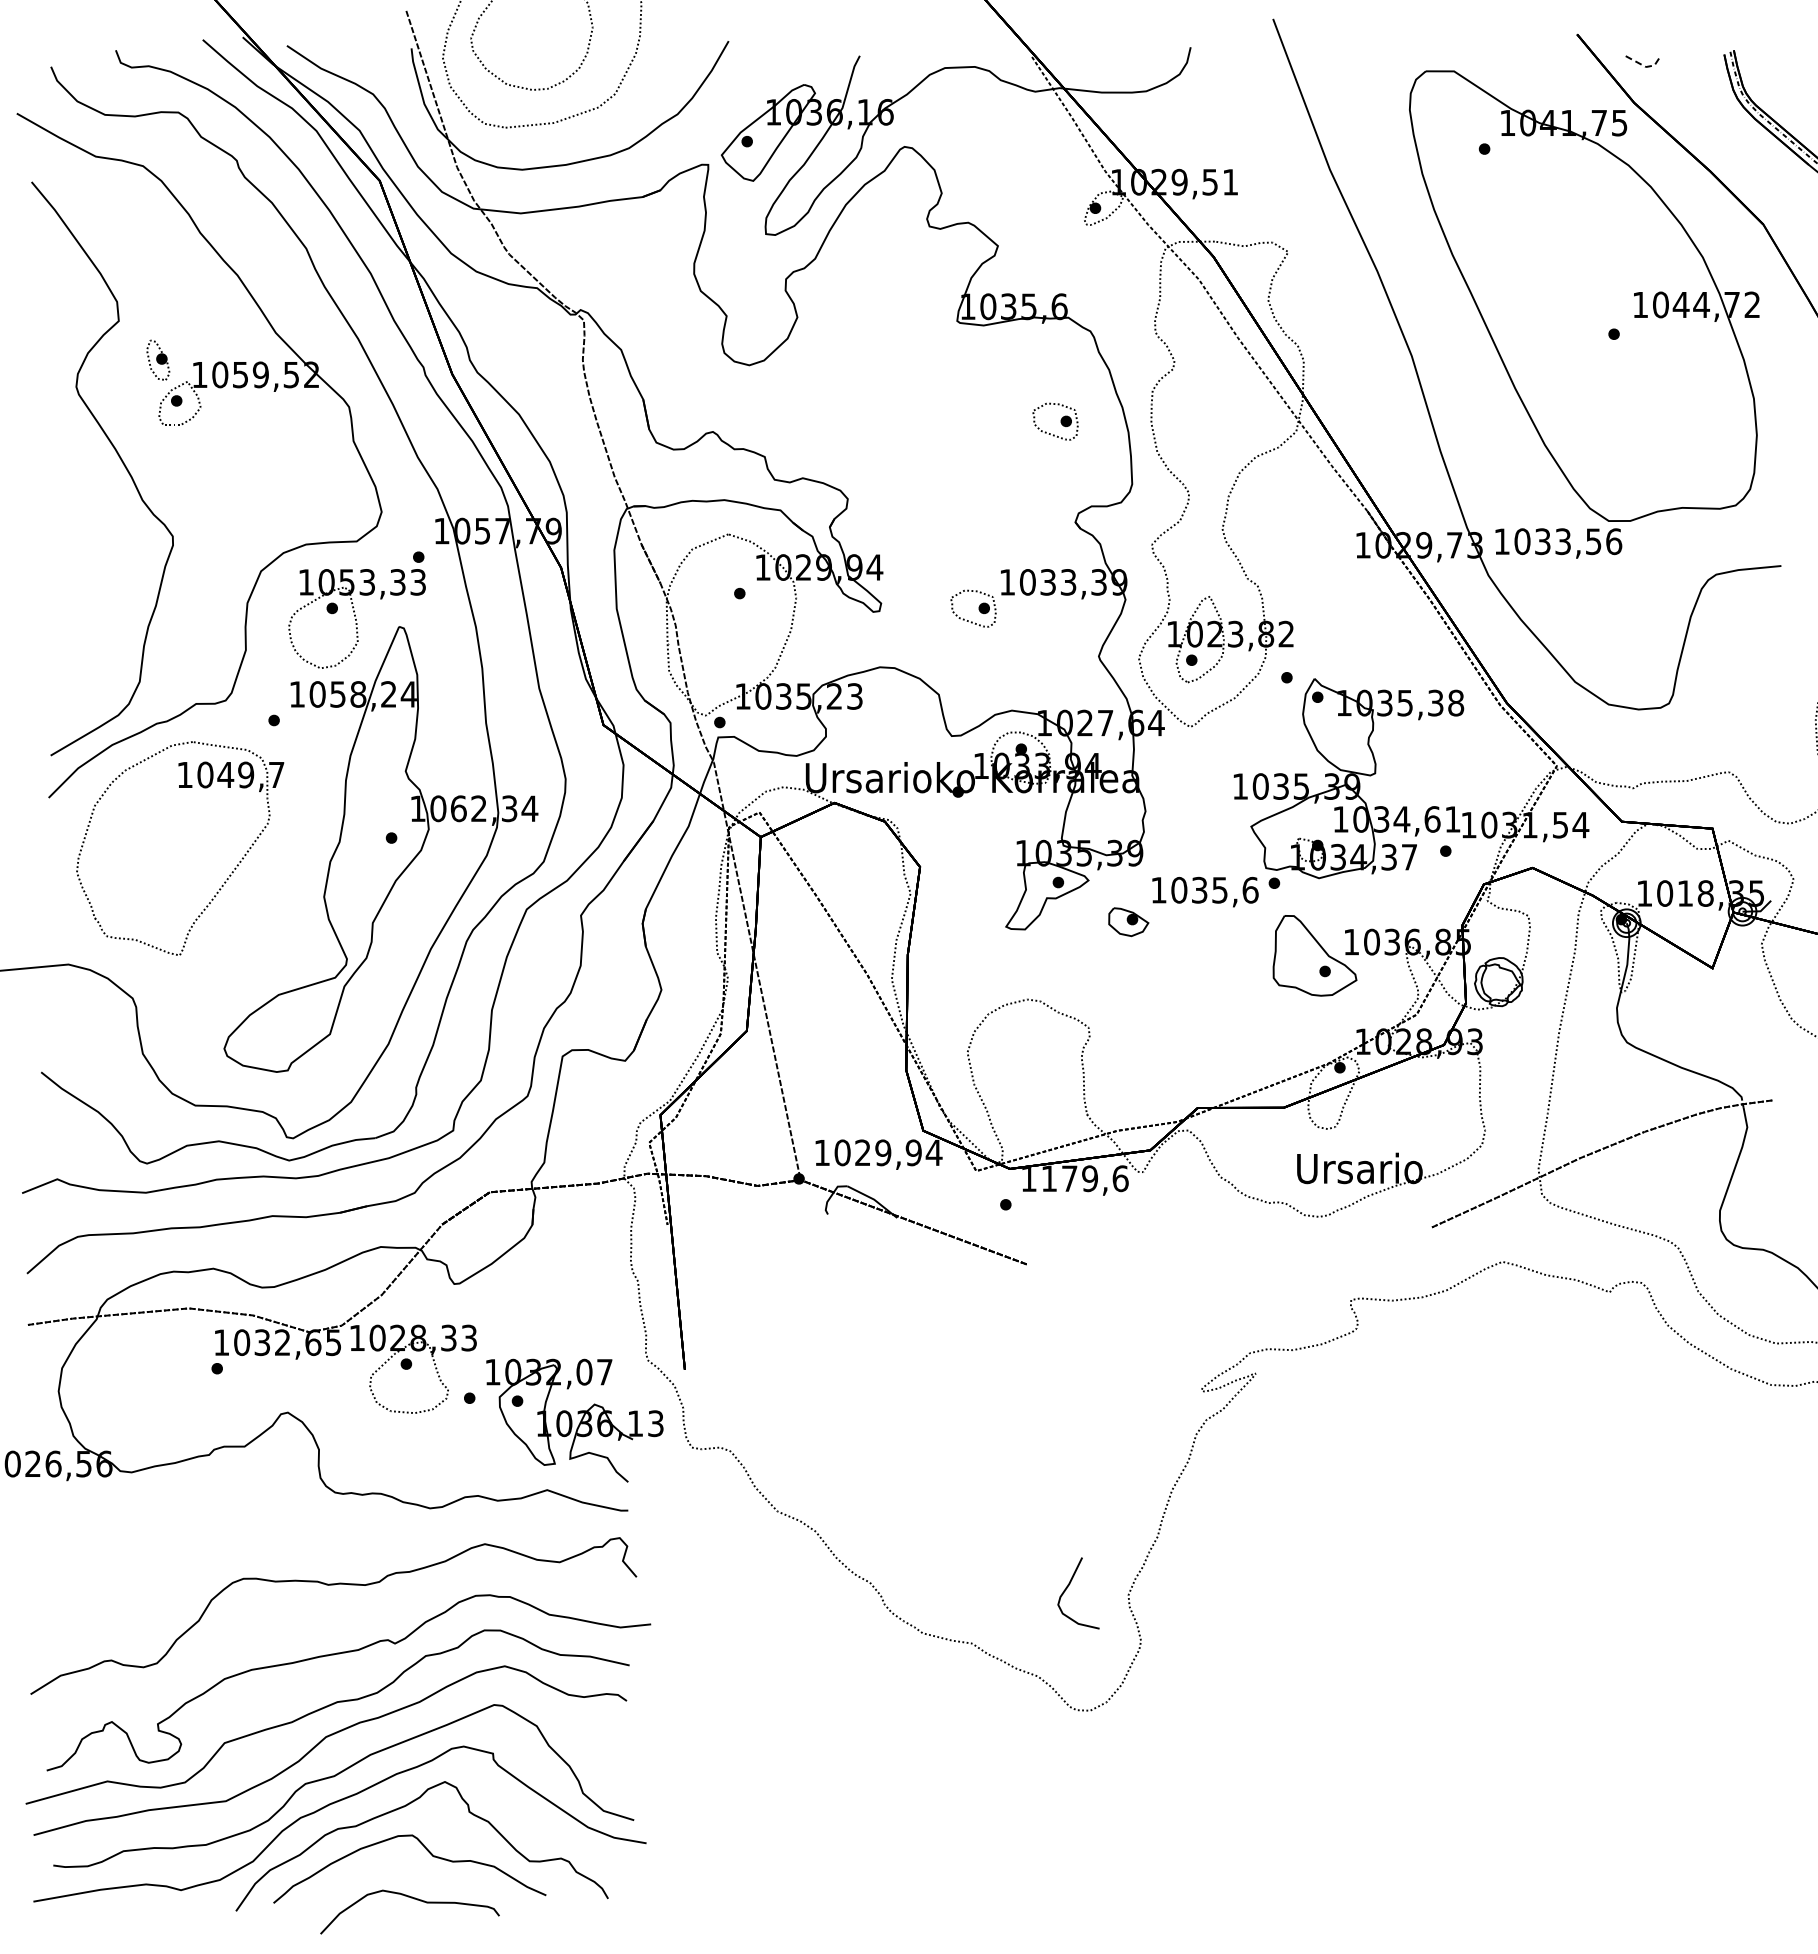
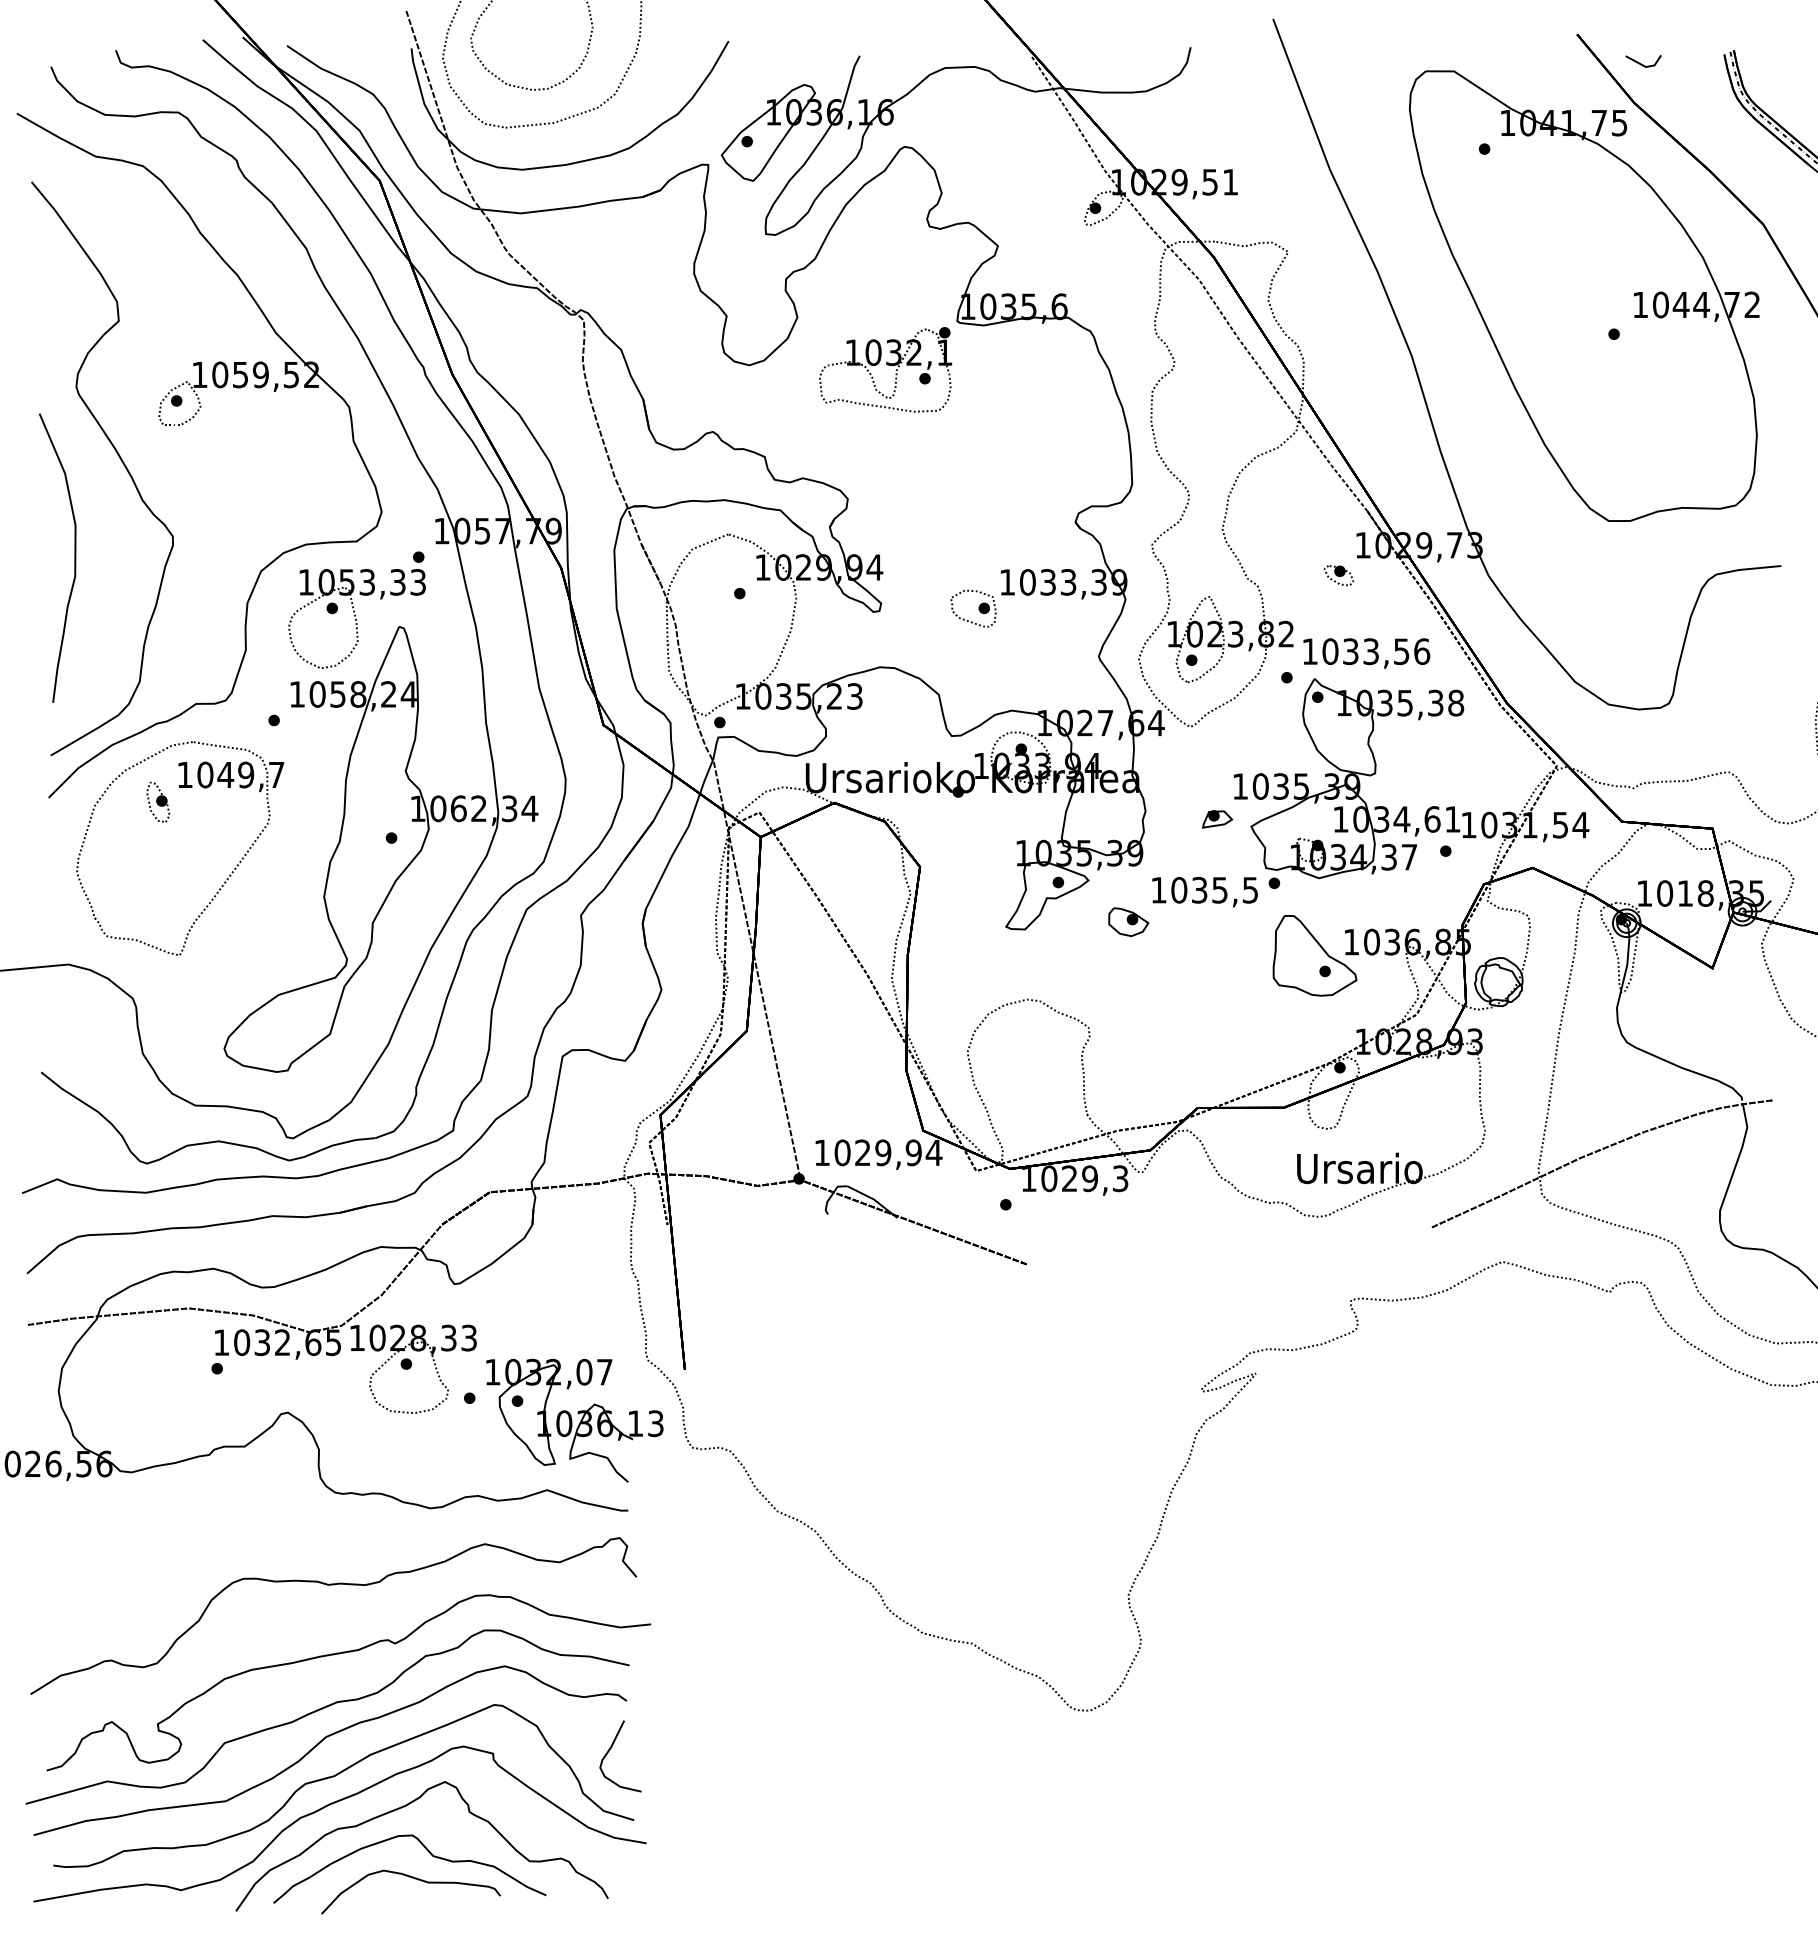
line at (1645, 67): dashed -> solid
part at (158, 359) position: (158, 359) -> (158, 801)
part at (885, 369): none -> present
part at (1055, 421): present -> none
text at (1558, 543) position: (1558, 543) -> (1366, 653)
curve at (74, 557): none -> present
part at (1338, 575): none -> present
part at (1217, 819): none -> present
text at (1250, 889): 1035,6 -> 1035,5
text at (1084, 1178): 1179,6 -> 1029,3
curve at (1068, 1587) position: (1068, 1587) -> (610, 1750)
curve at (414, 1899) position: (414, 1899) -> (415, 1879)
